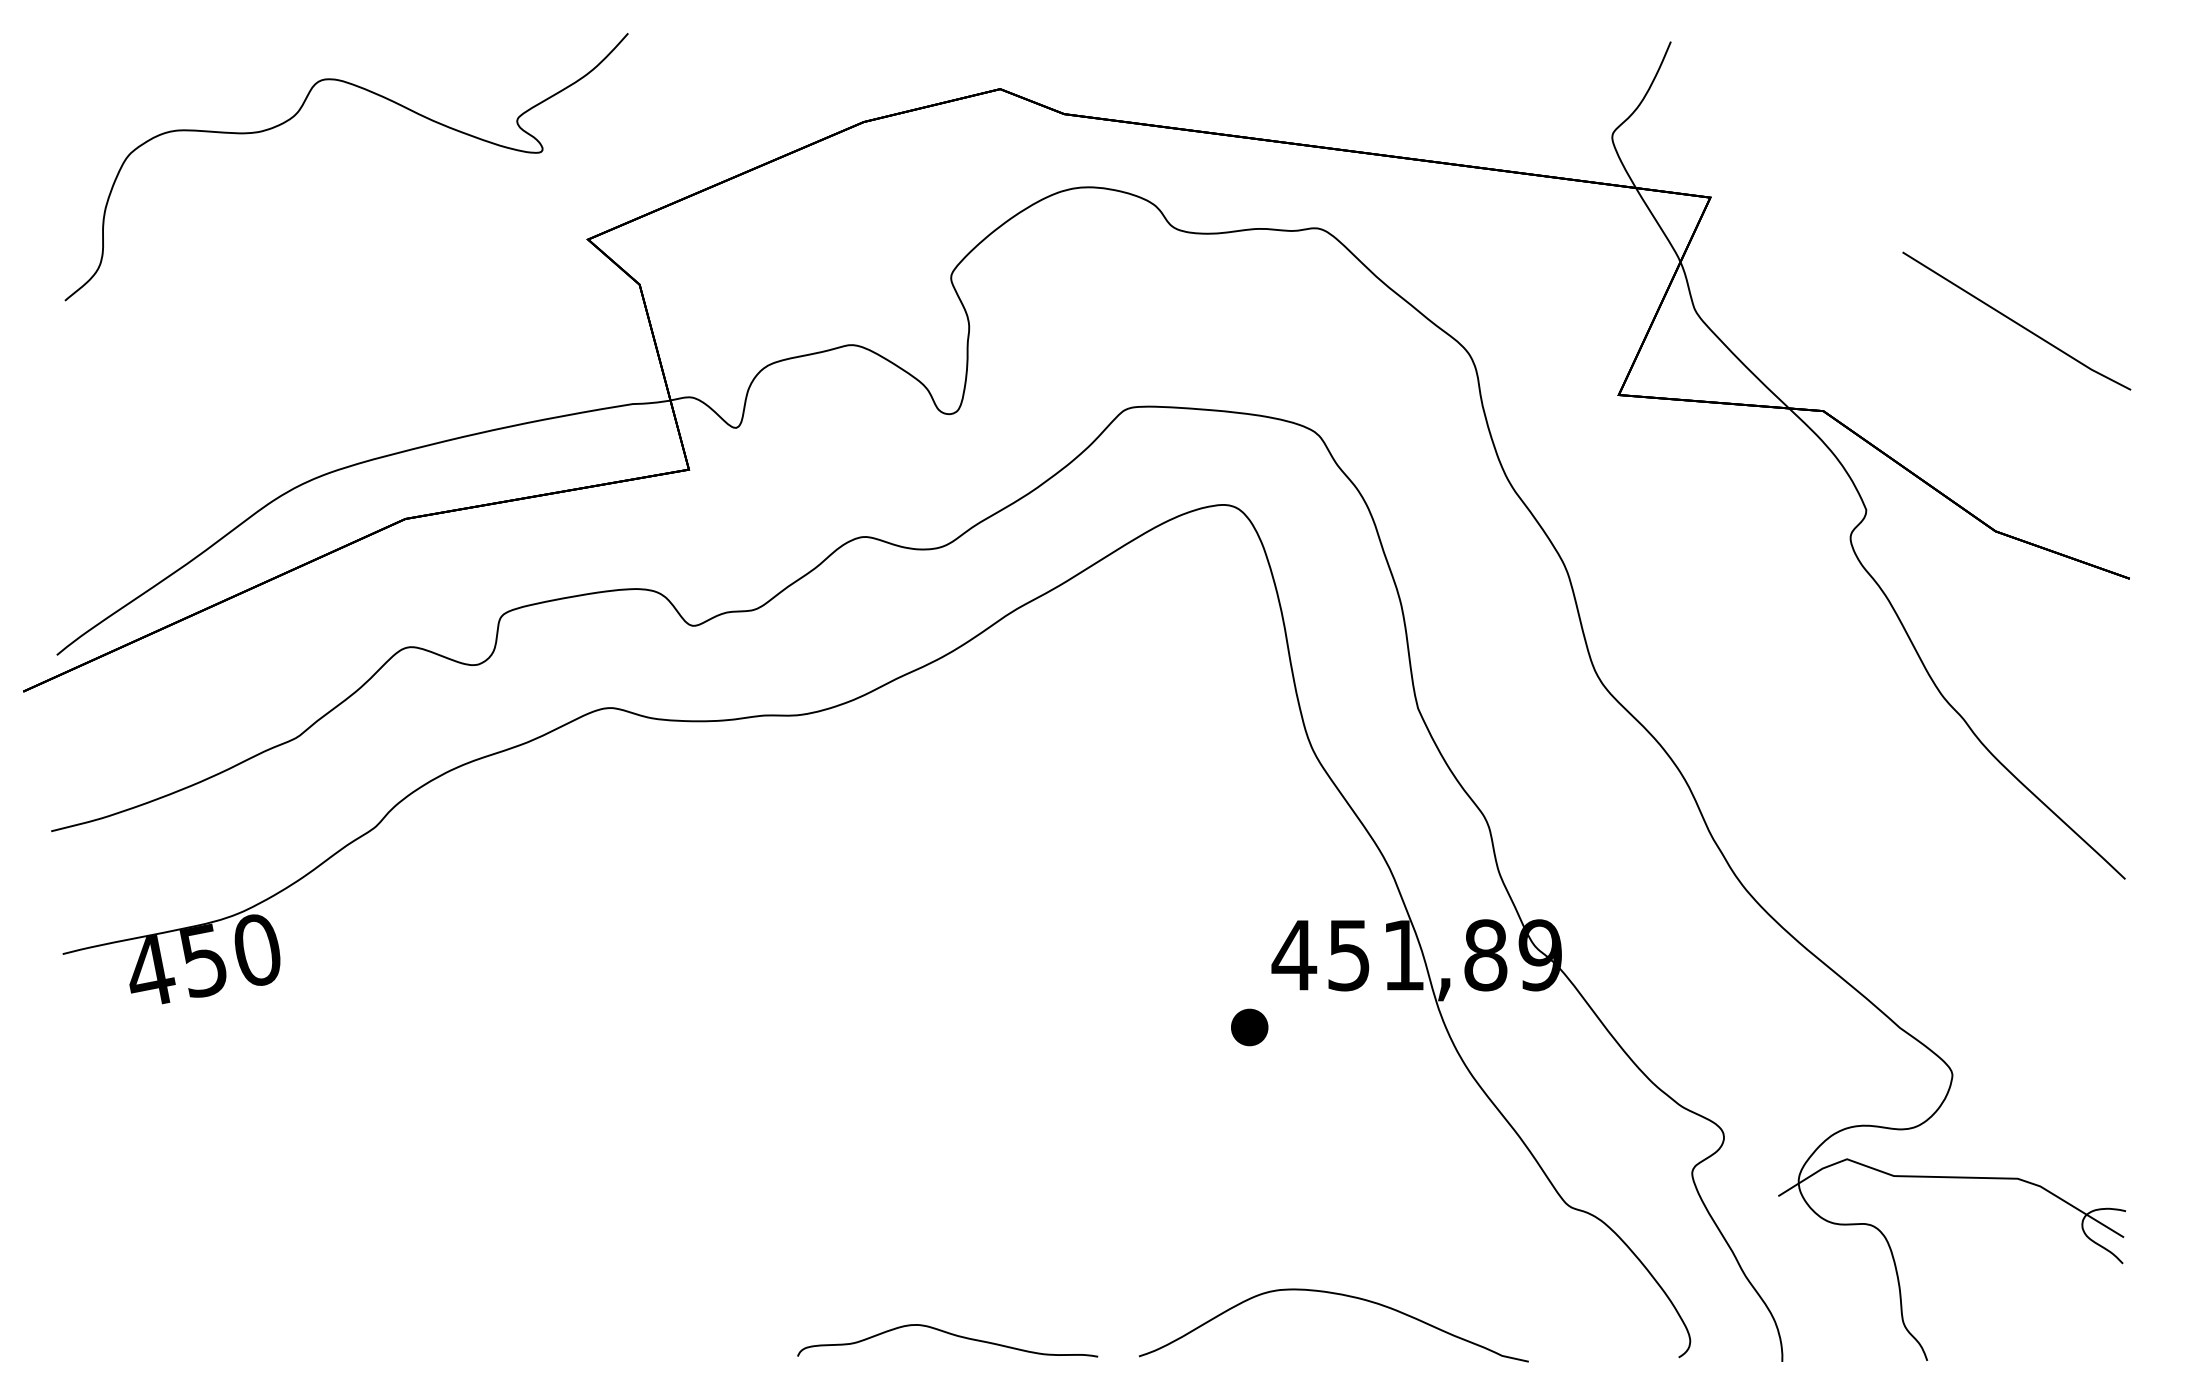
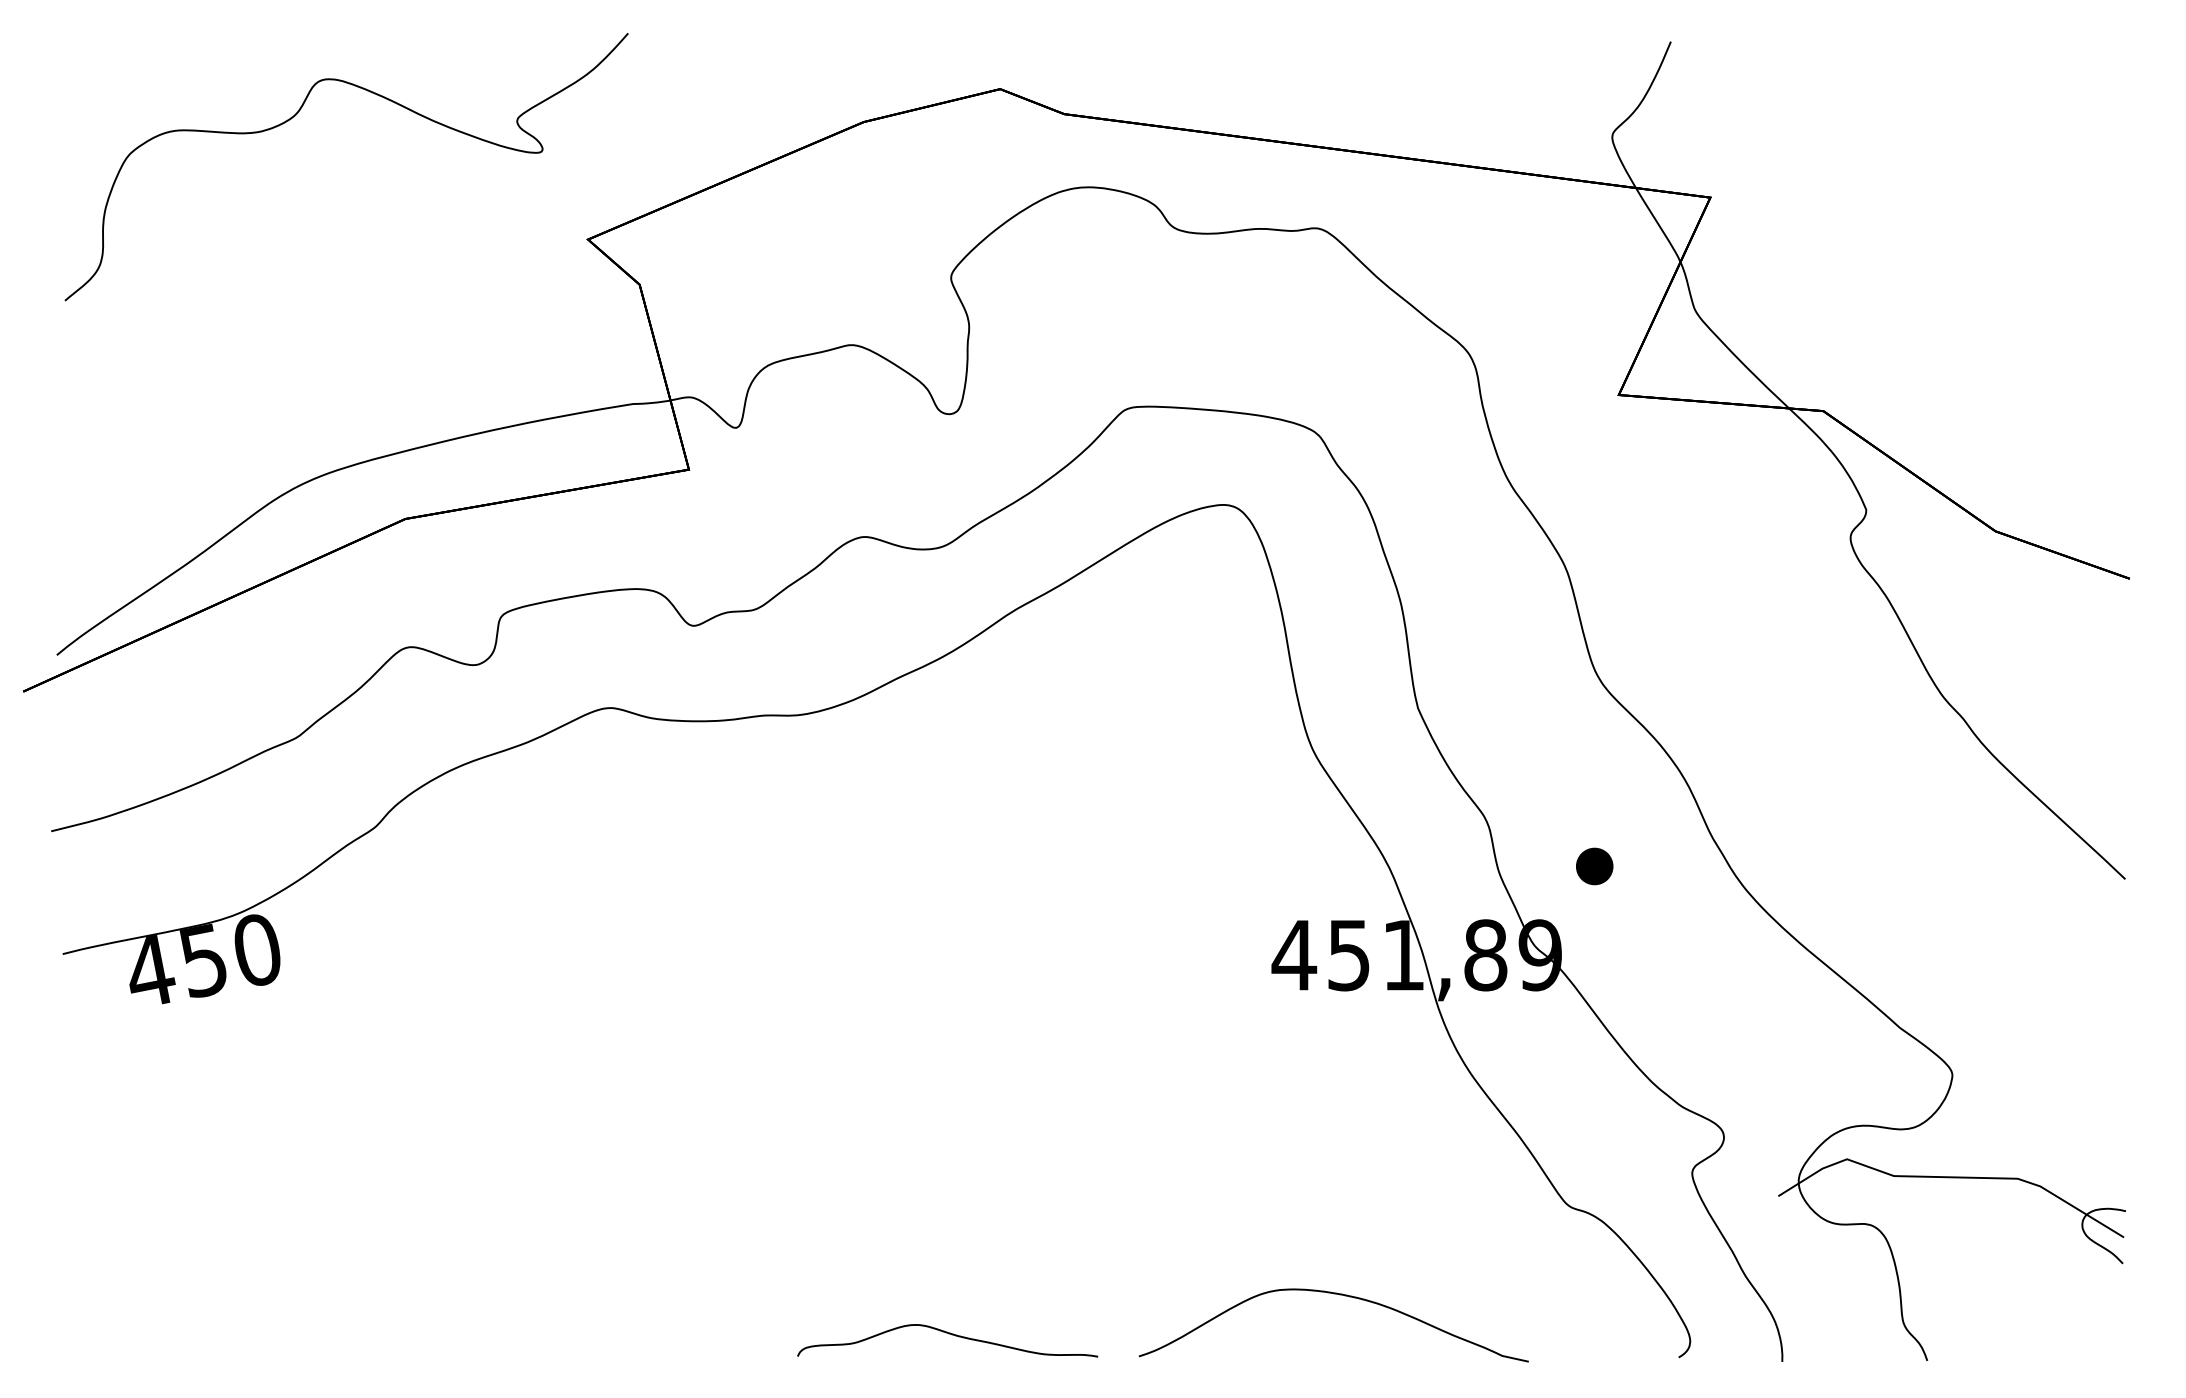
curve at (2016, 321): present -> none
part at (1249, 1027) position: (1249, 1027) -> (1594, 866)
